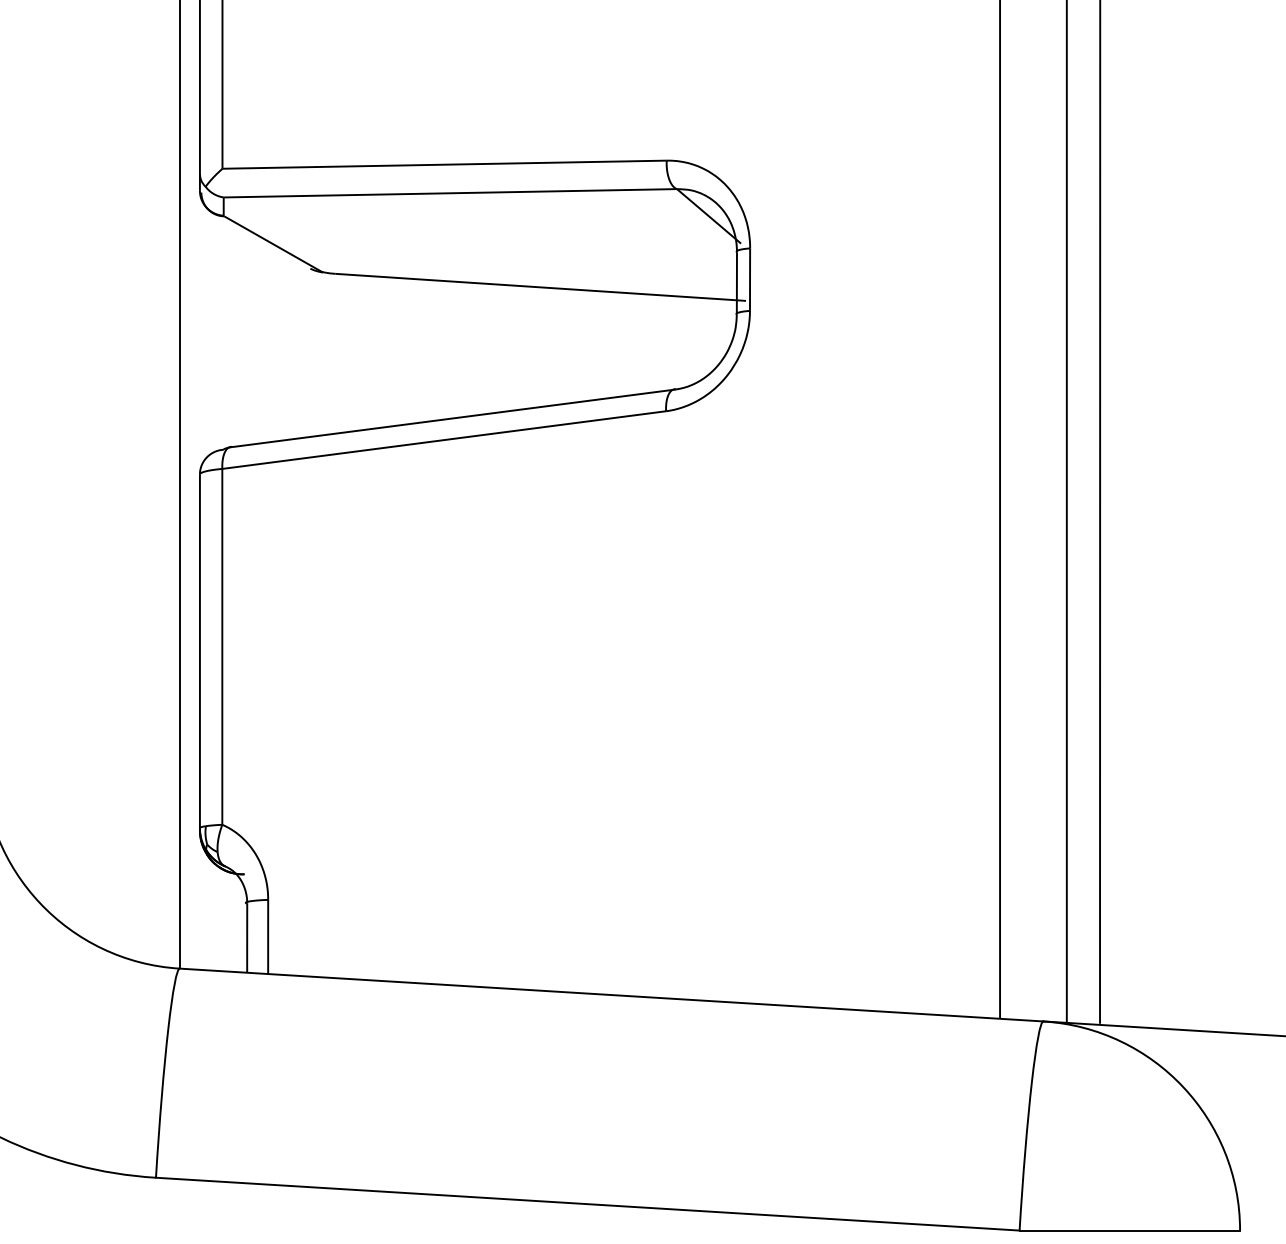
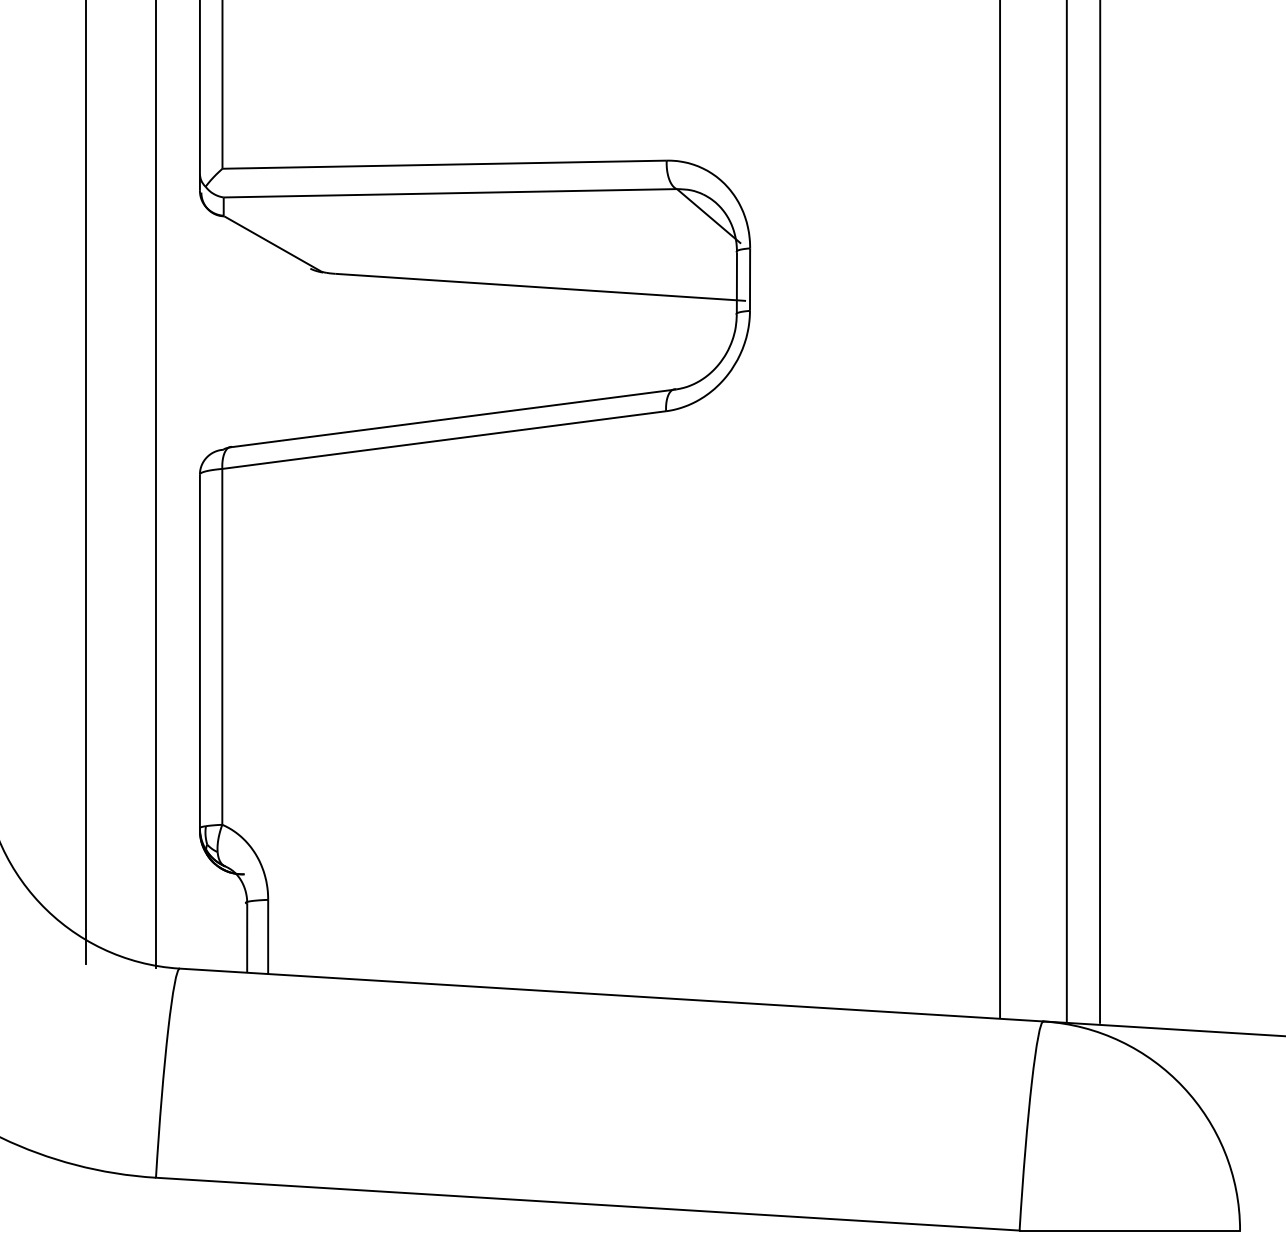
line at (86, 482): none -> present
line at (180, 484) position: (180, 484) -> (156, 484)
